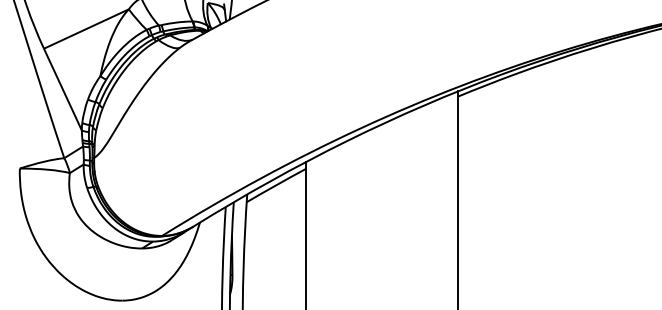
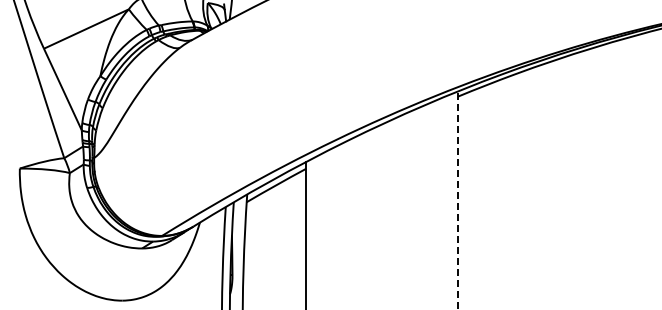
line at (457, 200): solid -> dashed
